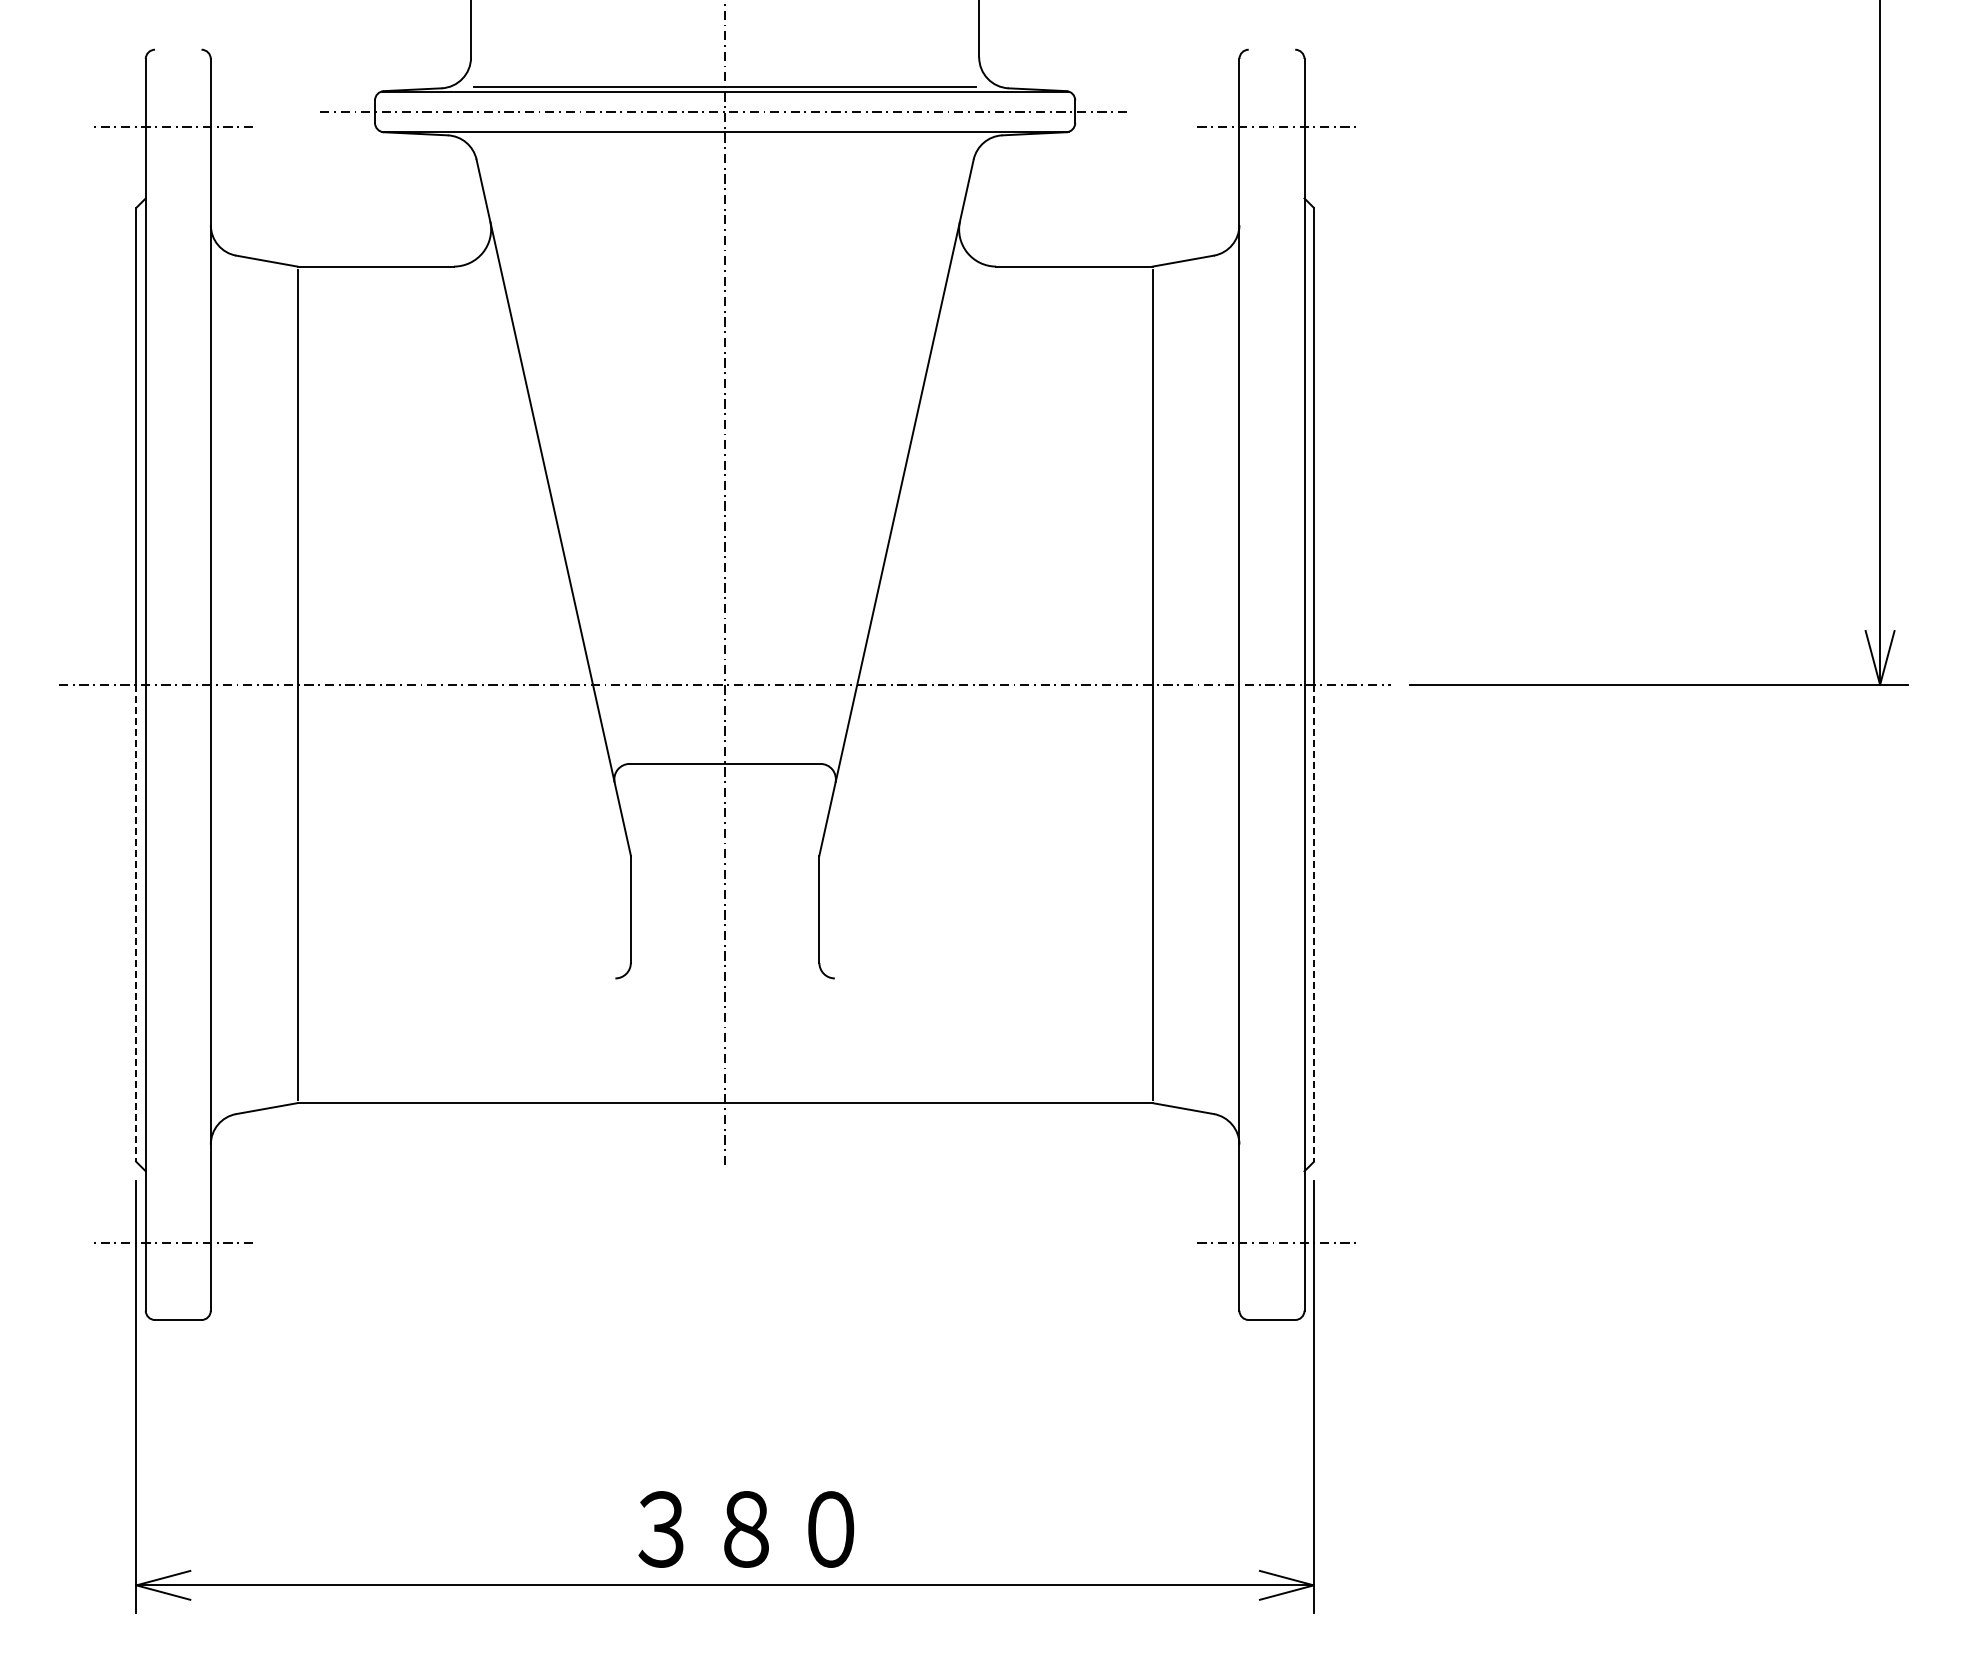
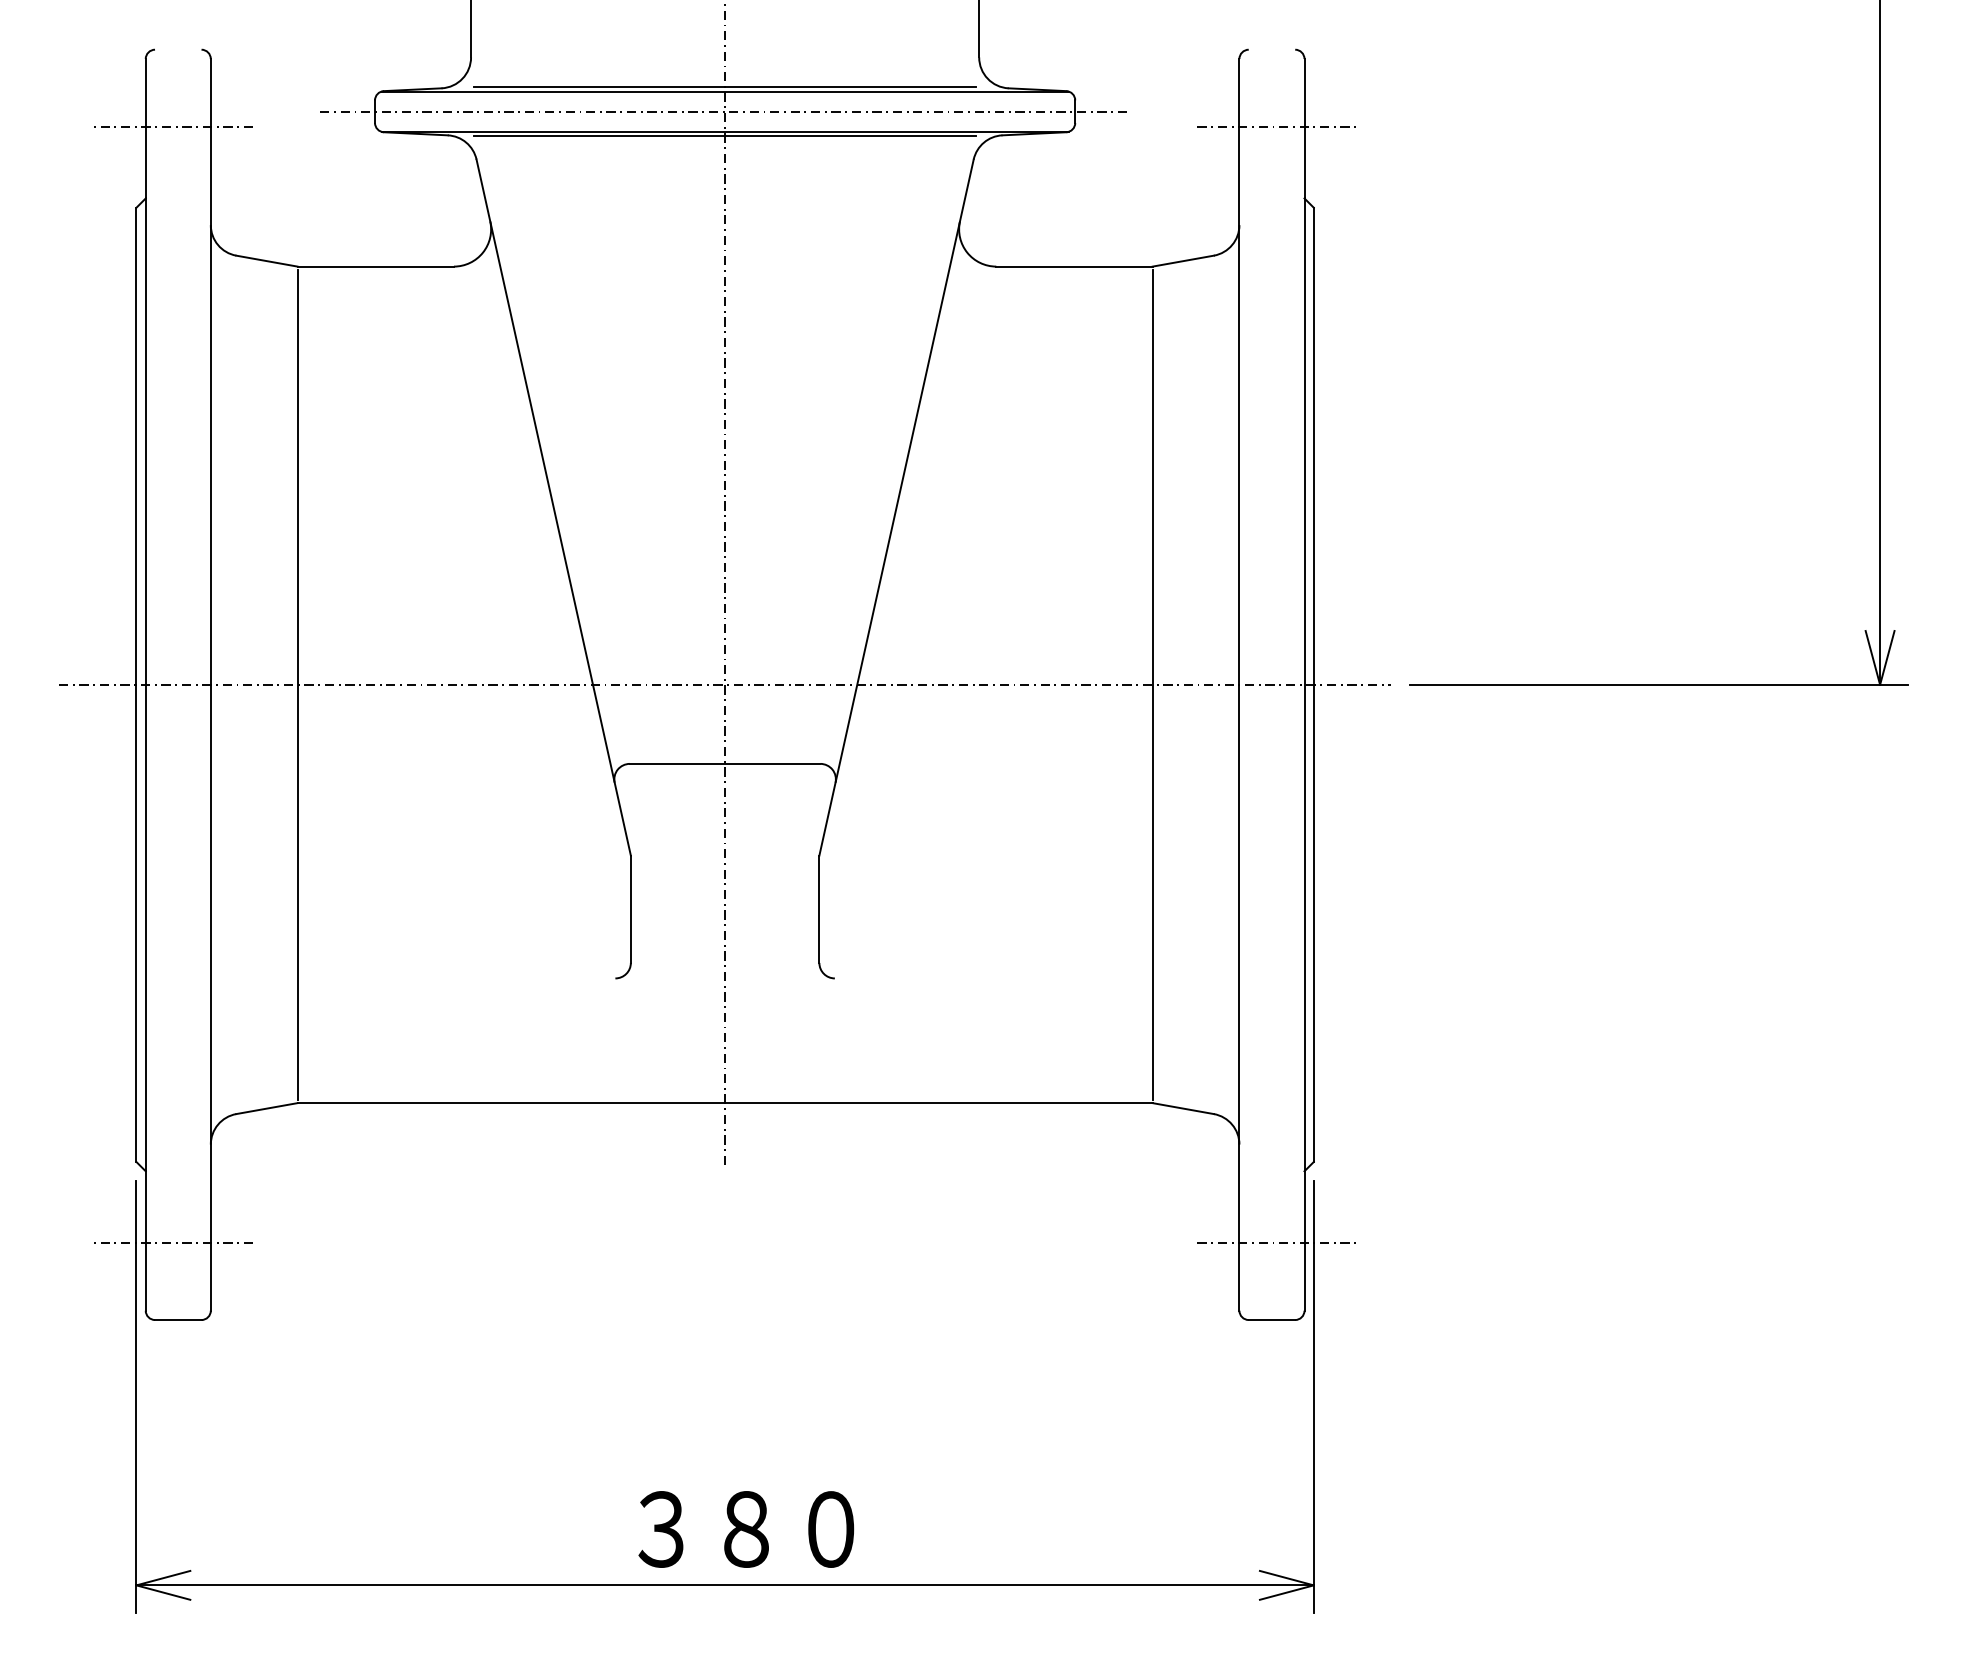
line at (725, 136): none -> present
line at (136, 923): dashed -> solid
line at (1313, 923): dashed -> solid
